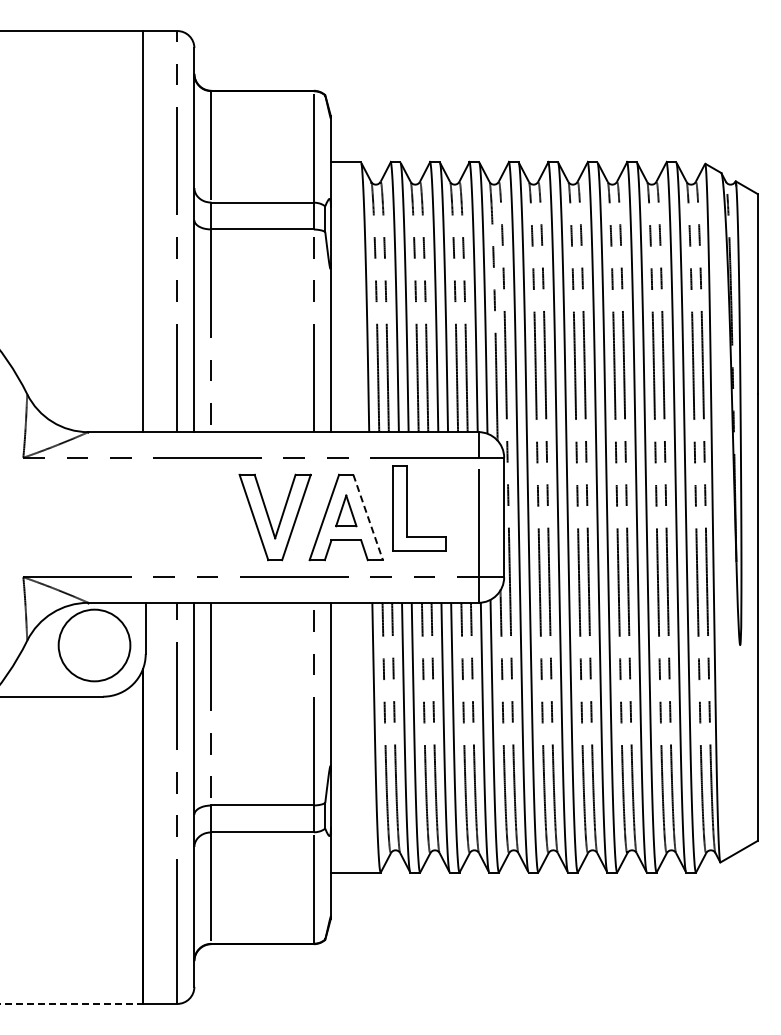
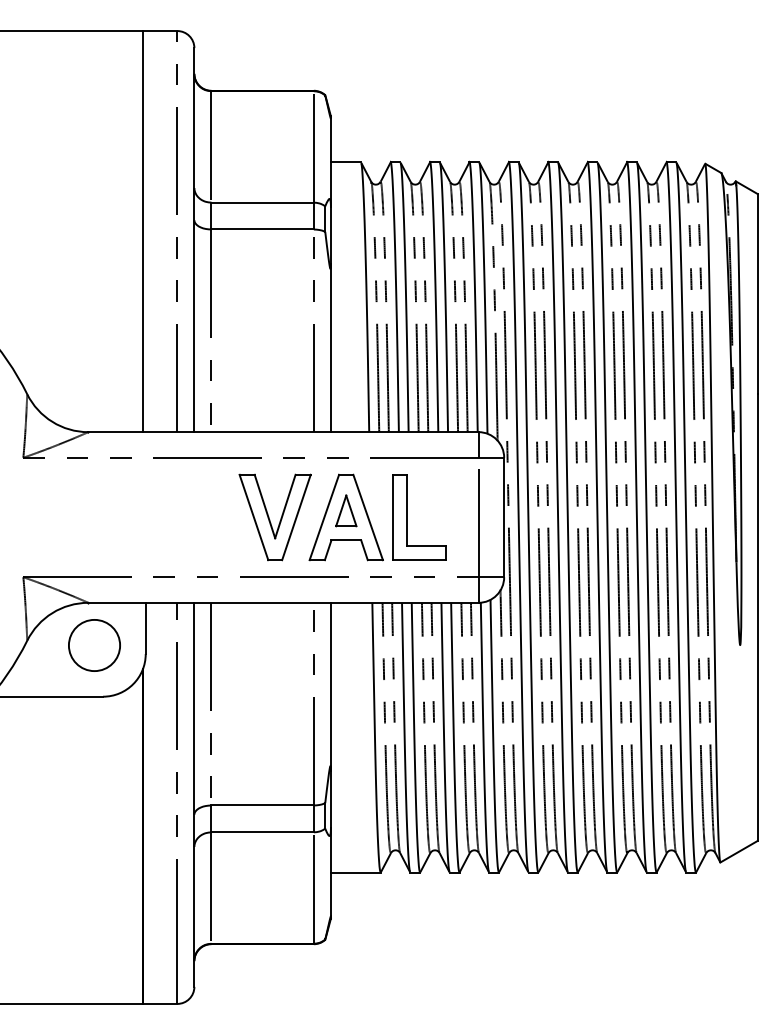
part at (407, 508) position: (407, 508) -> (407, 517)
line at (368, 517): dashed -> solid
circle at (94, 645) diameter: 72 px -> 51 px
line at (72, 1003): dashed -> solid
